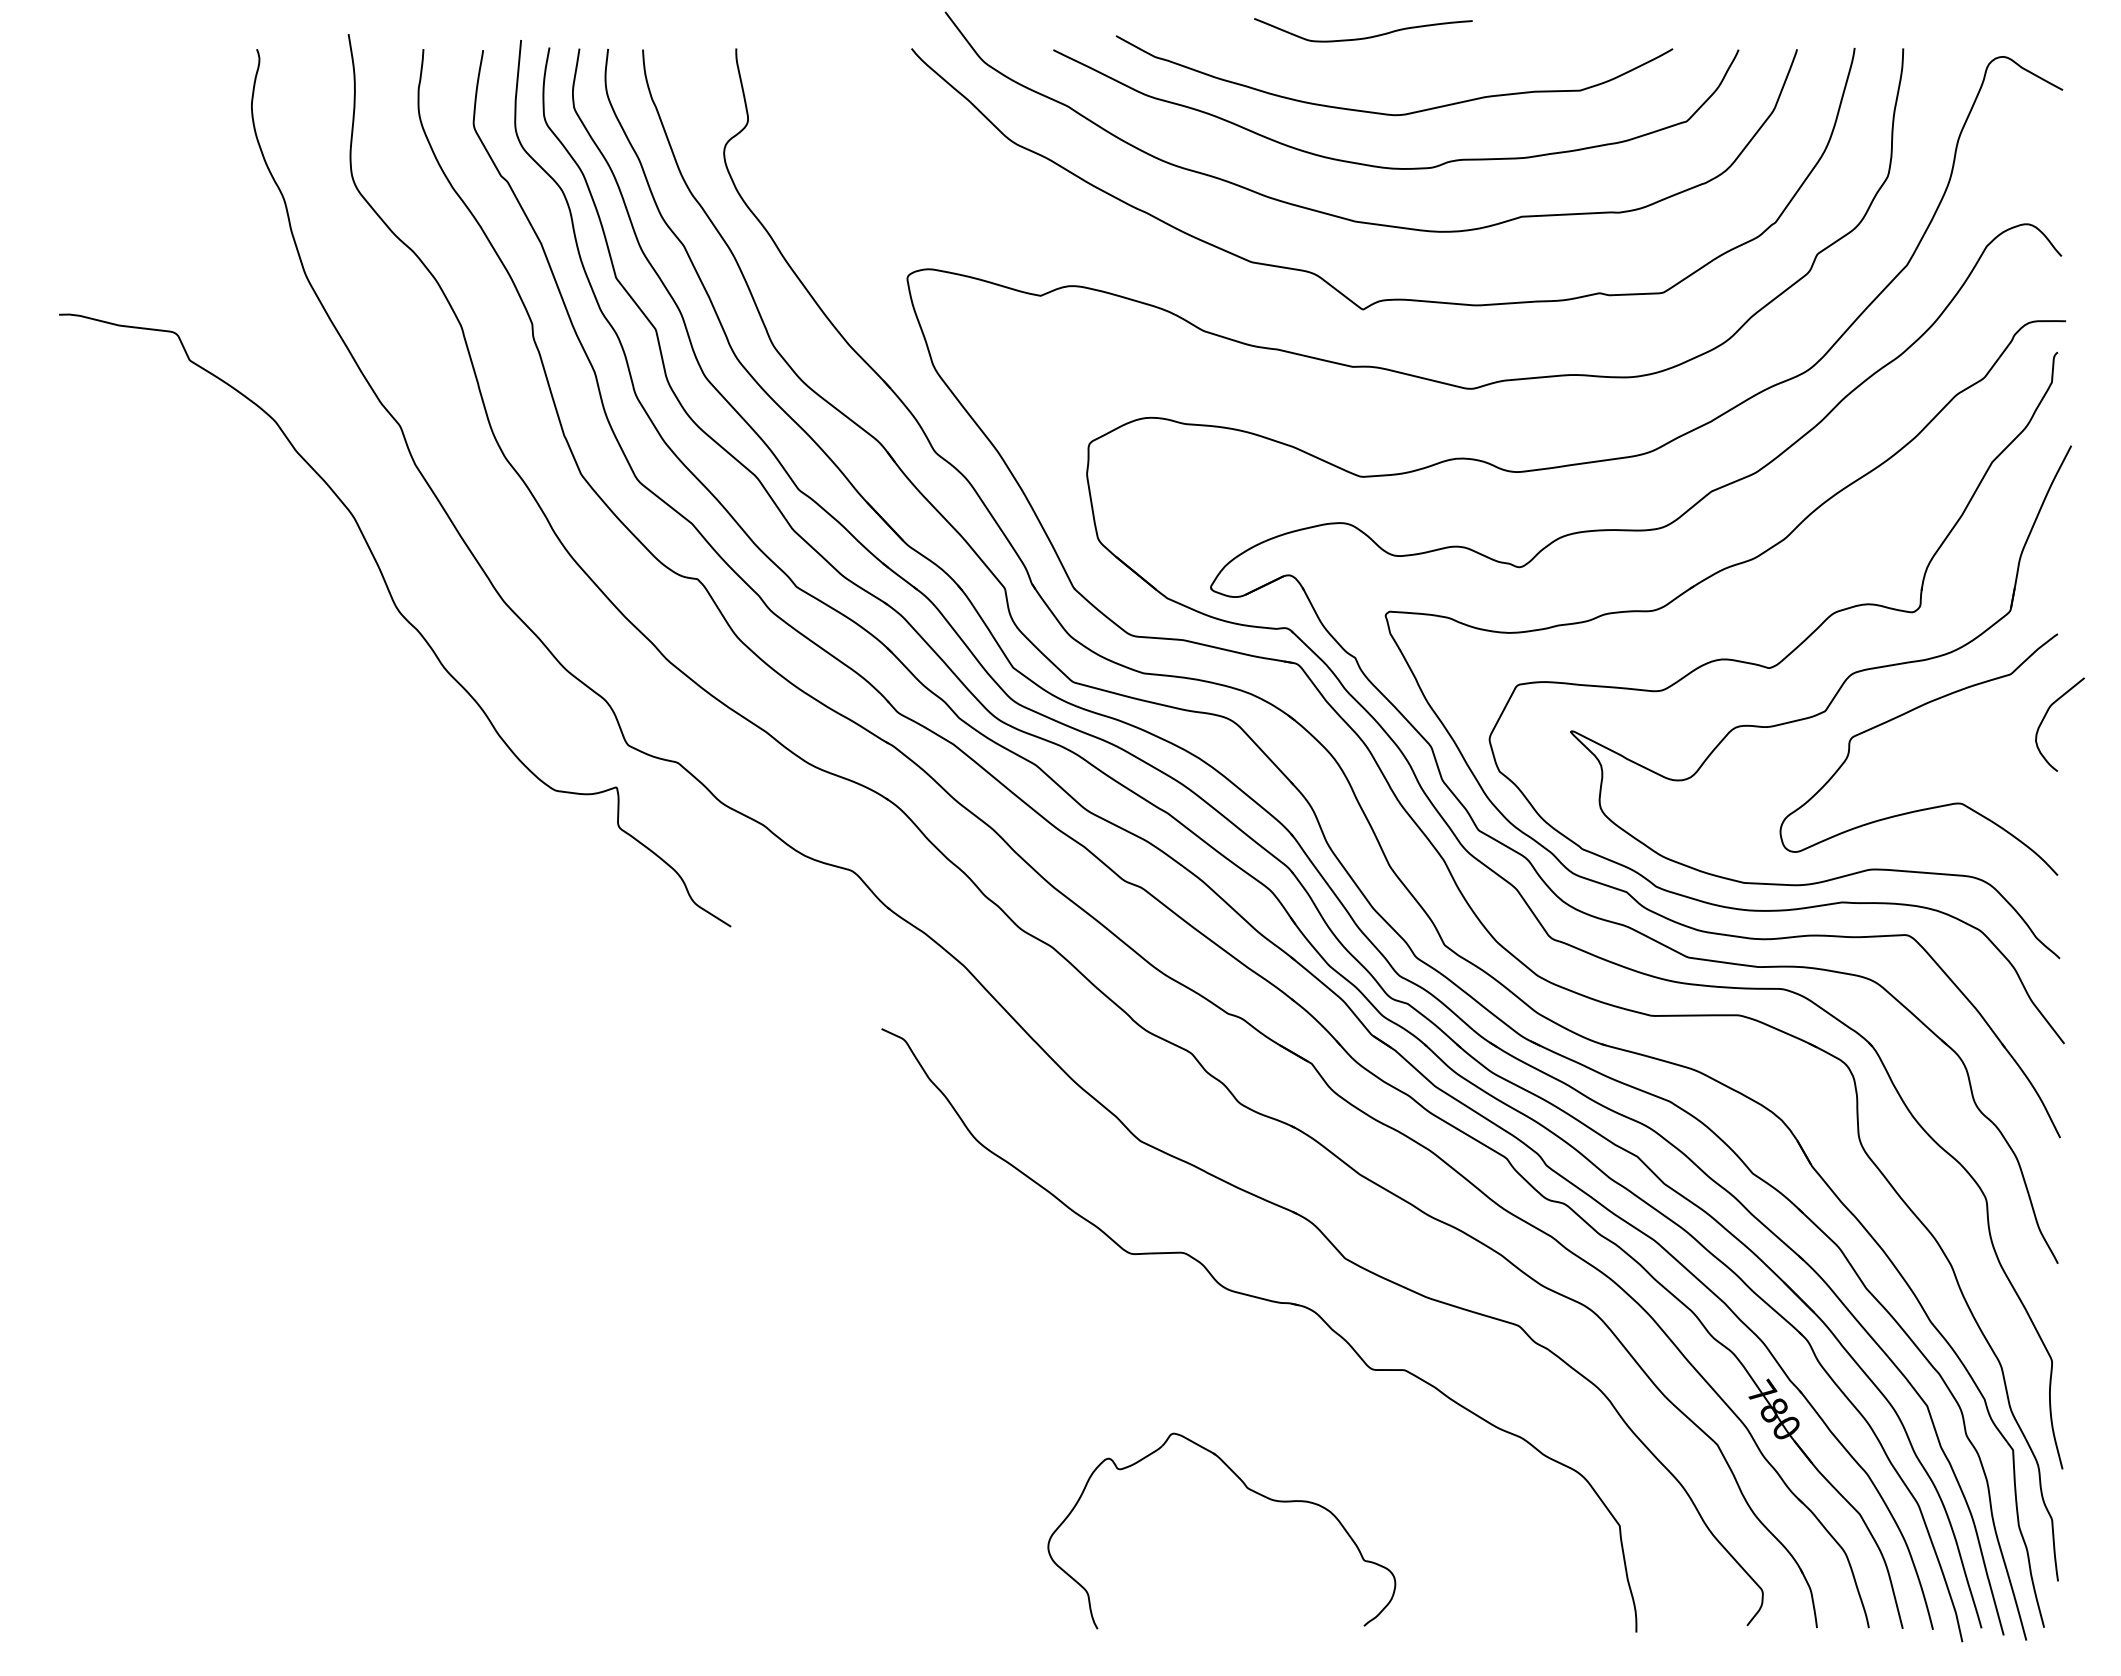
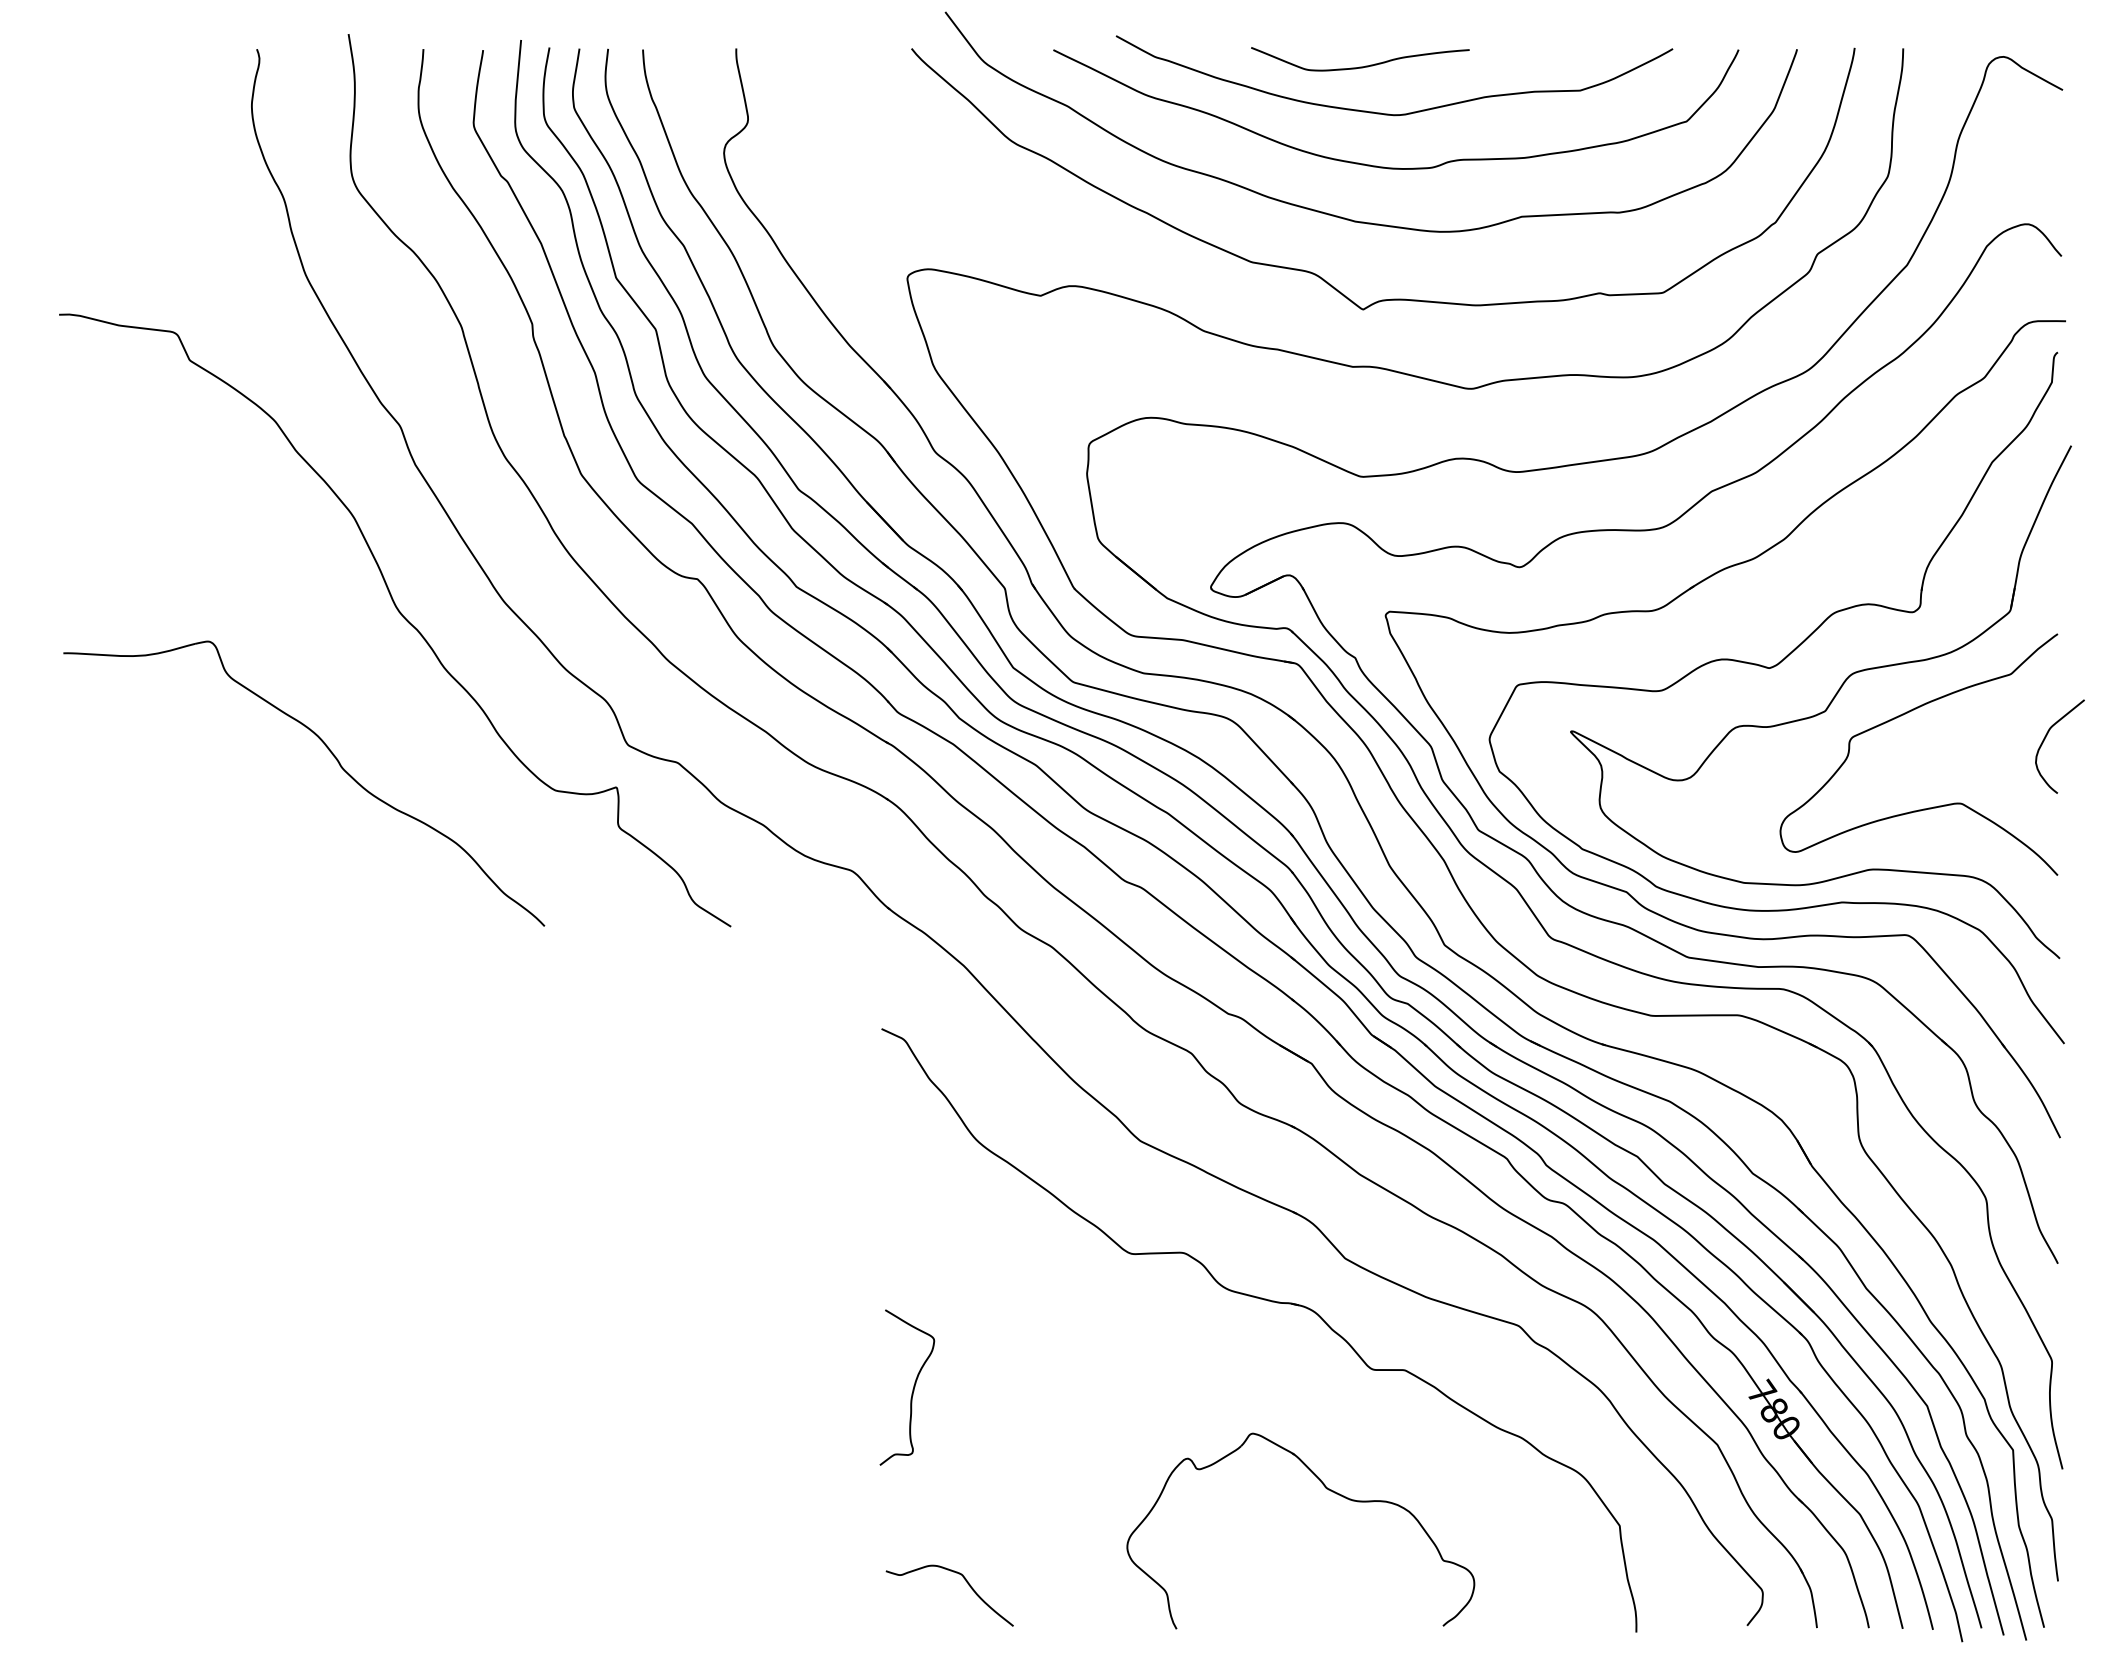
curve at (1363, 37) position: (1363, 37) -> (1360, 66)
curve at (2045, 717) position: (2045, 717) -> (2045, 739)
part at (337, 762): none -> present
curve at (912, 1389): none -> present
part at (1247, 1489) position: (1247, 1489) -> (1326, 1489)
curve at (965, 1581): none -> present
